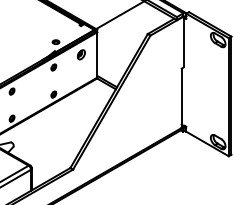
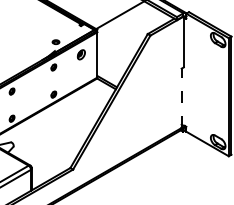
line at (181, 98): solid -> dashed
